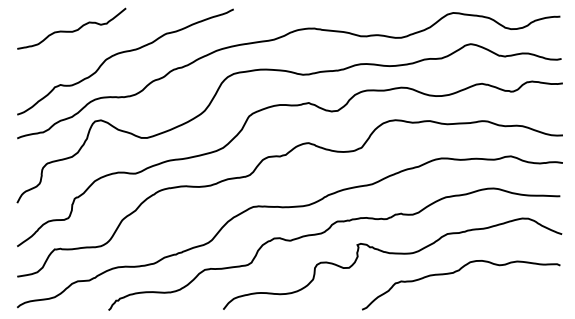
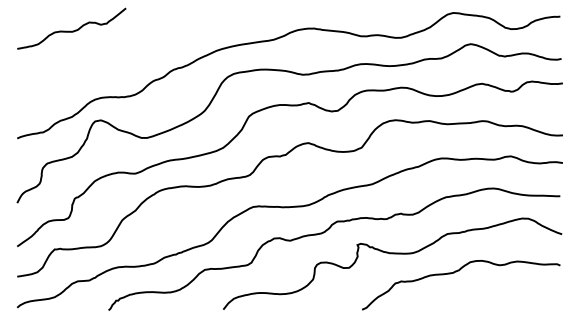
curve at (122, 53): present -> none
